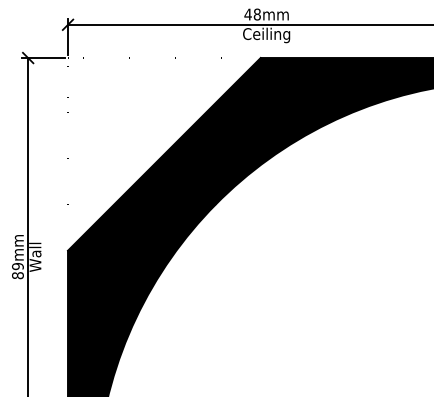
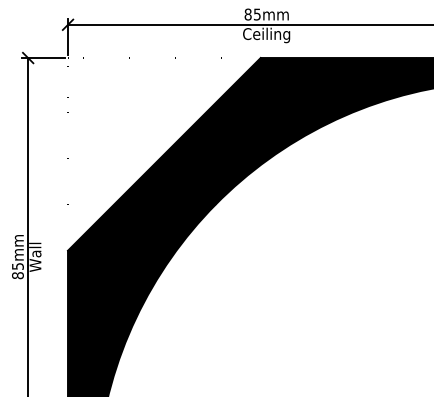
text at (252, 14): 48mm -> 85mm
text at (17, 266): 89mm -> 85mm
